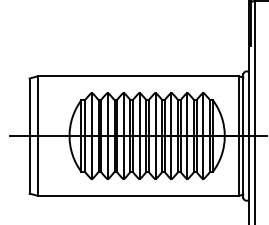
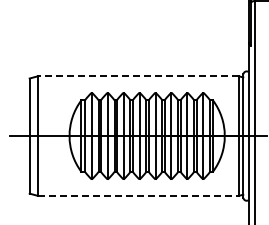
line at (138, 76): solid -> dashed
line at (138, 195): solid -> dashed
